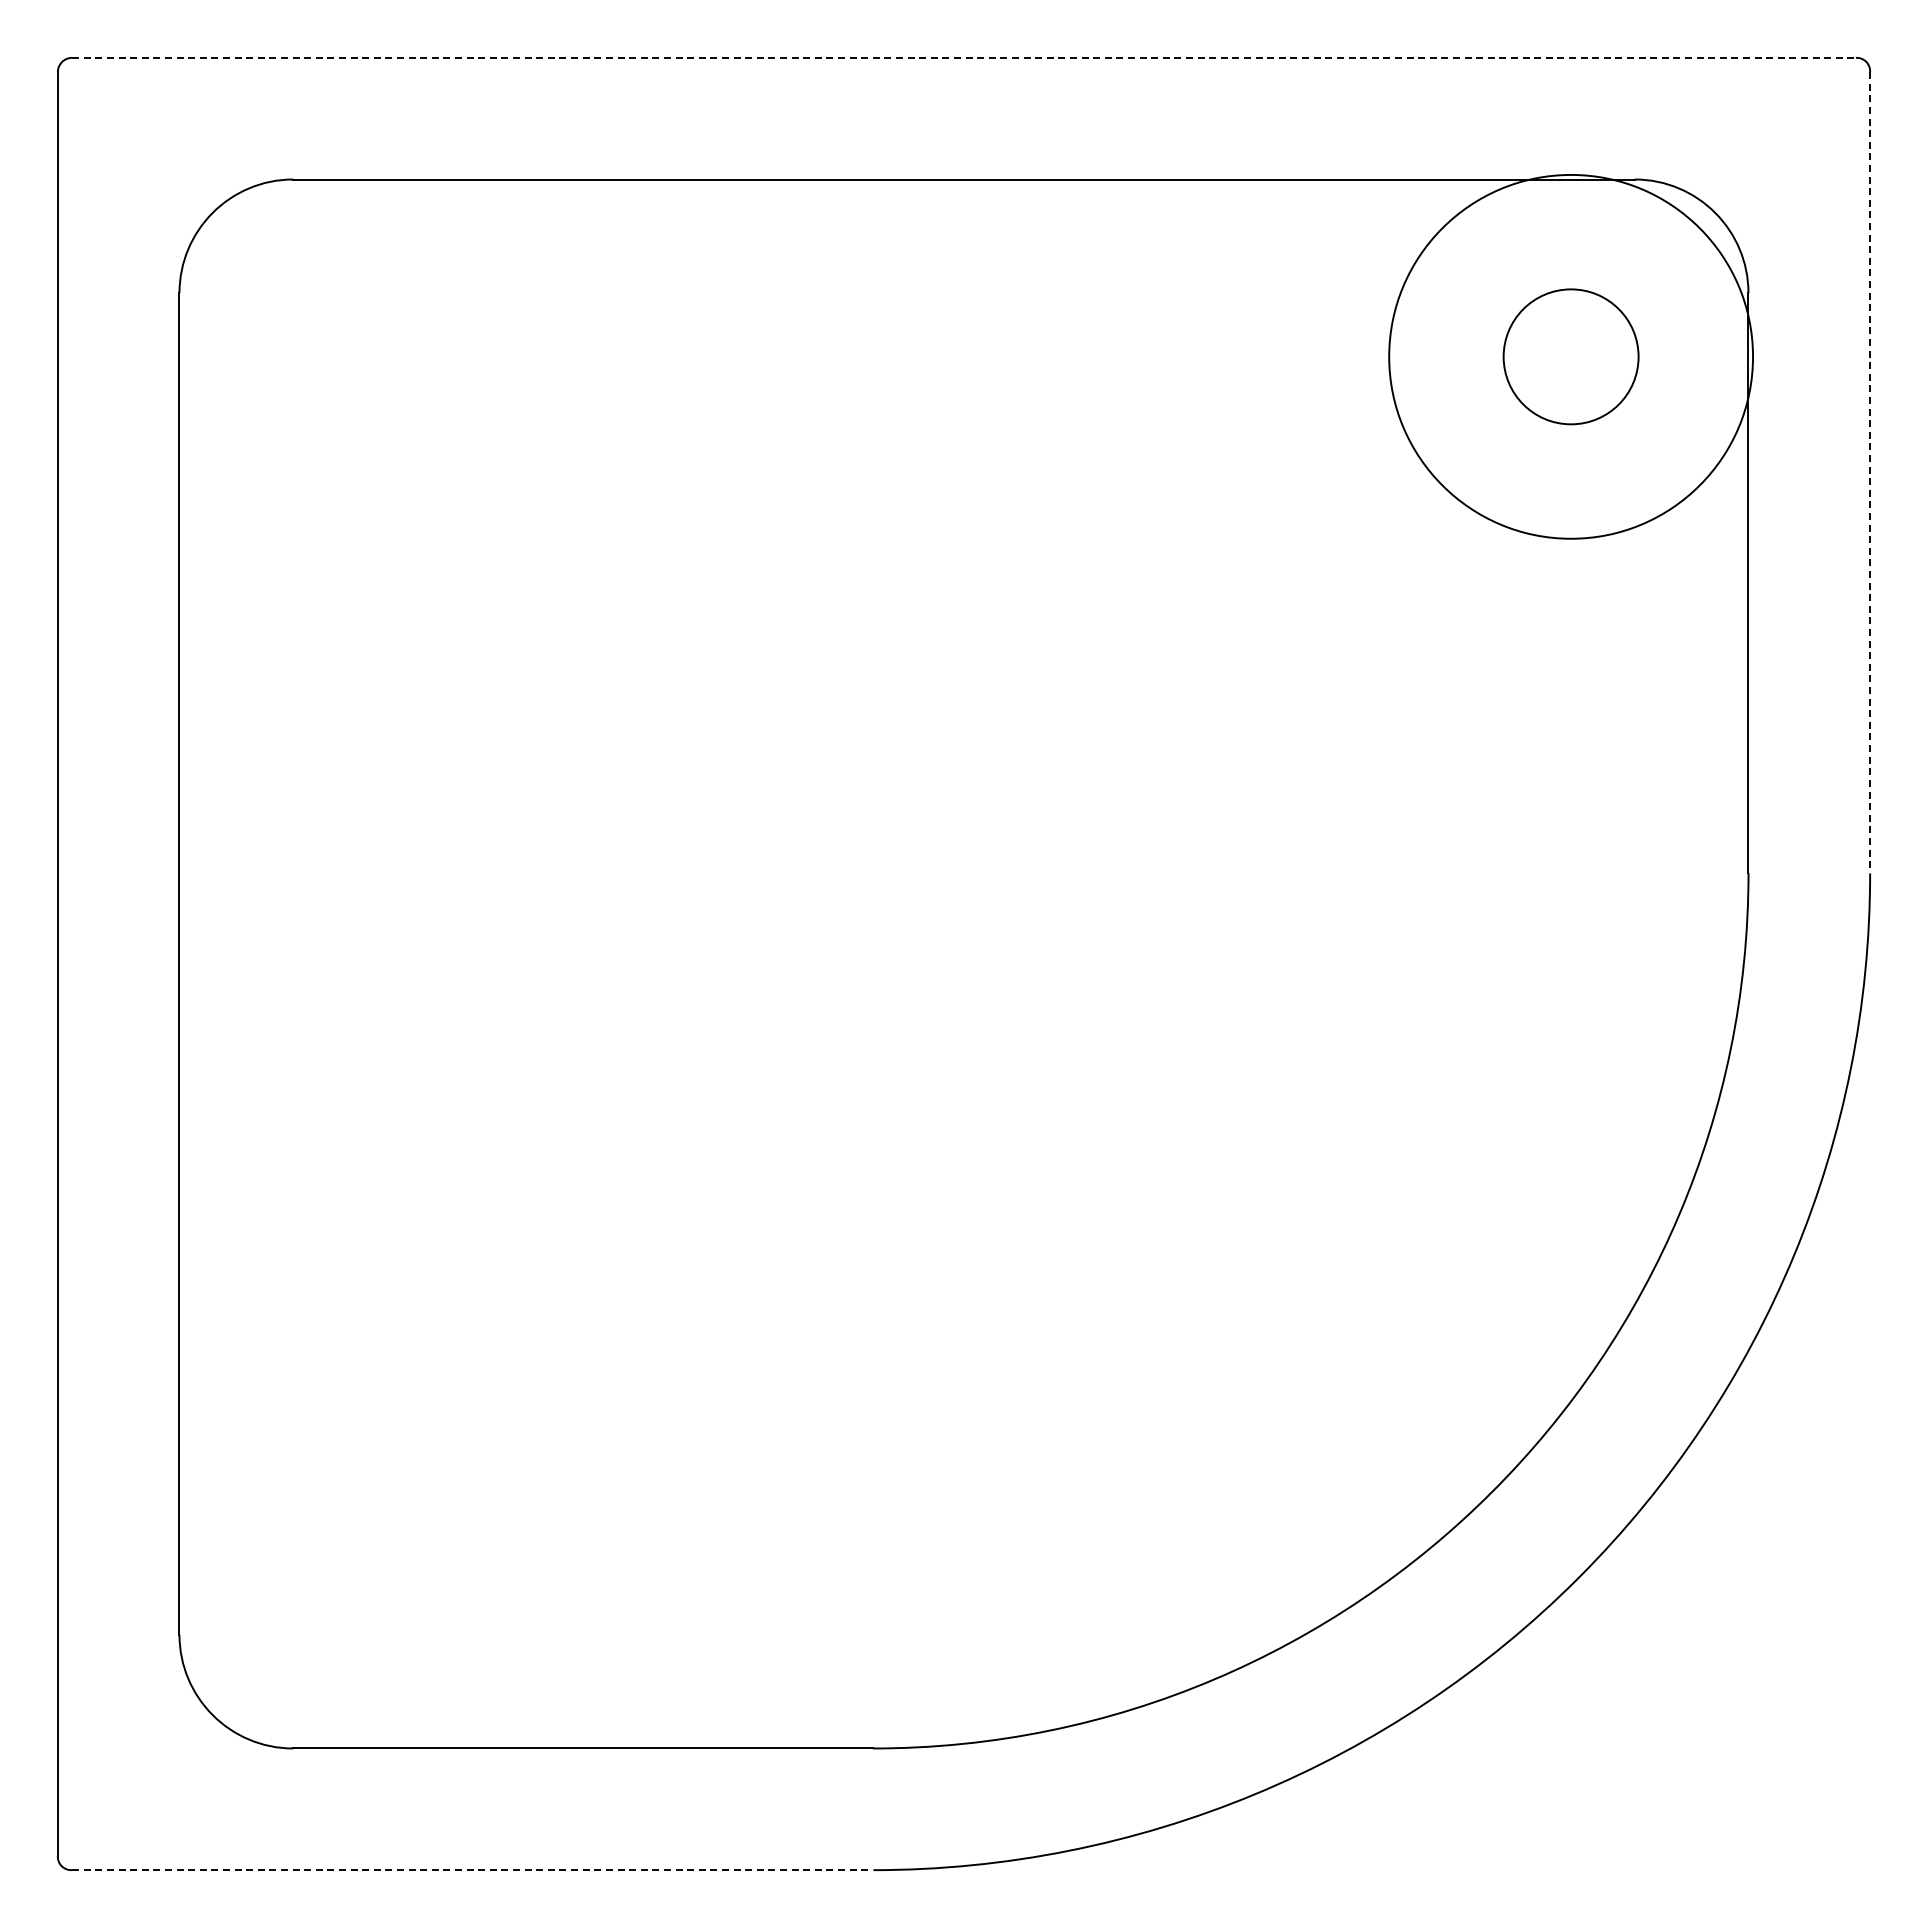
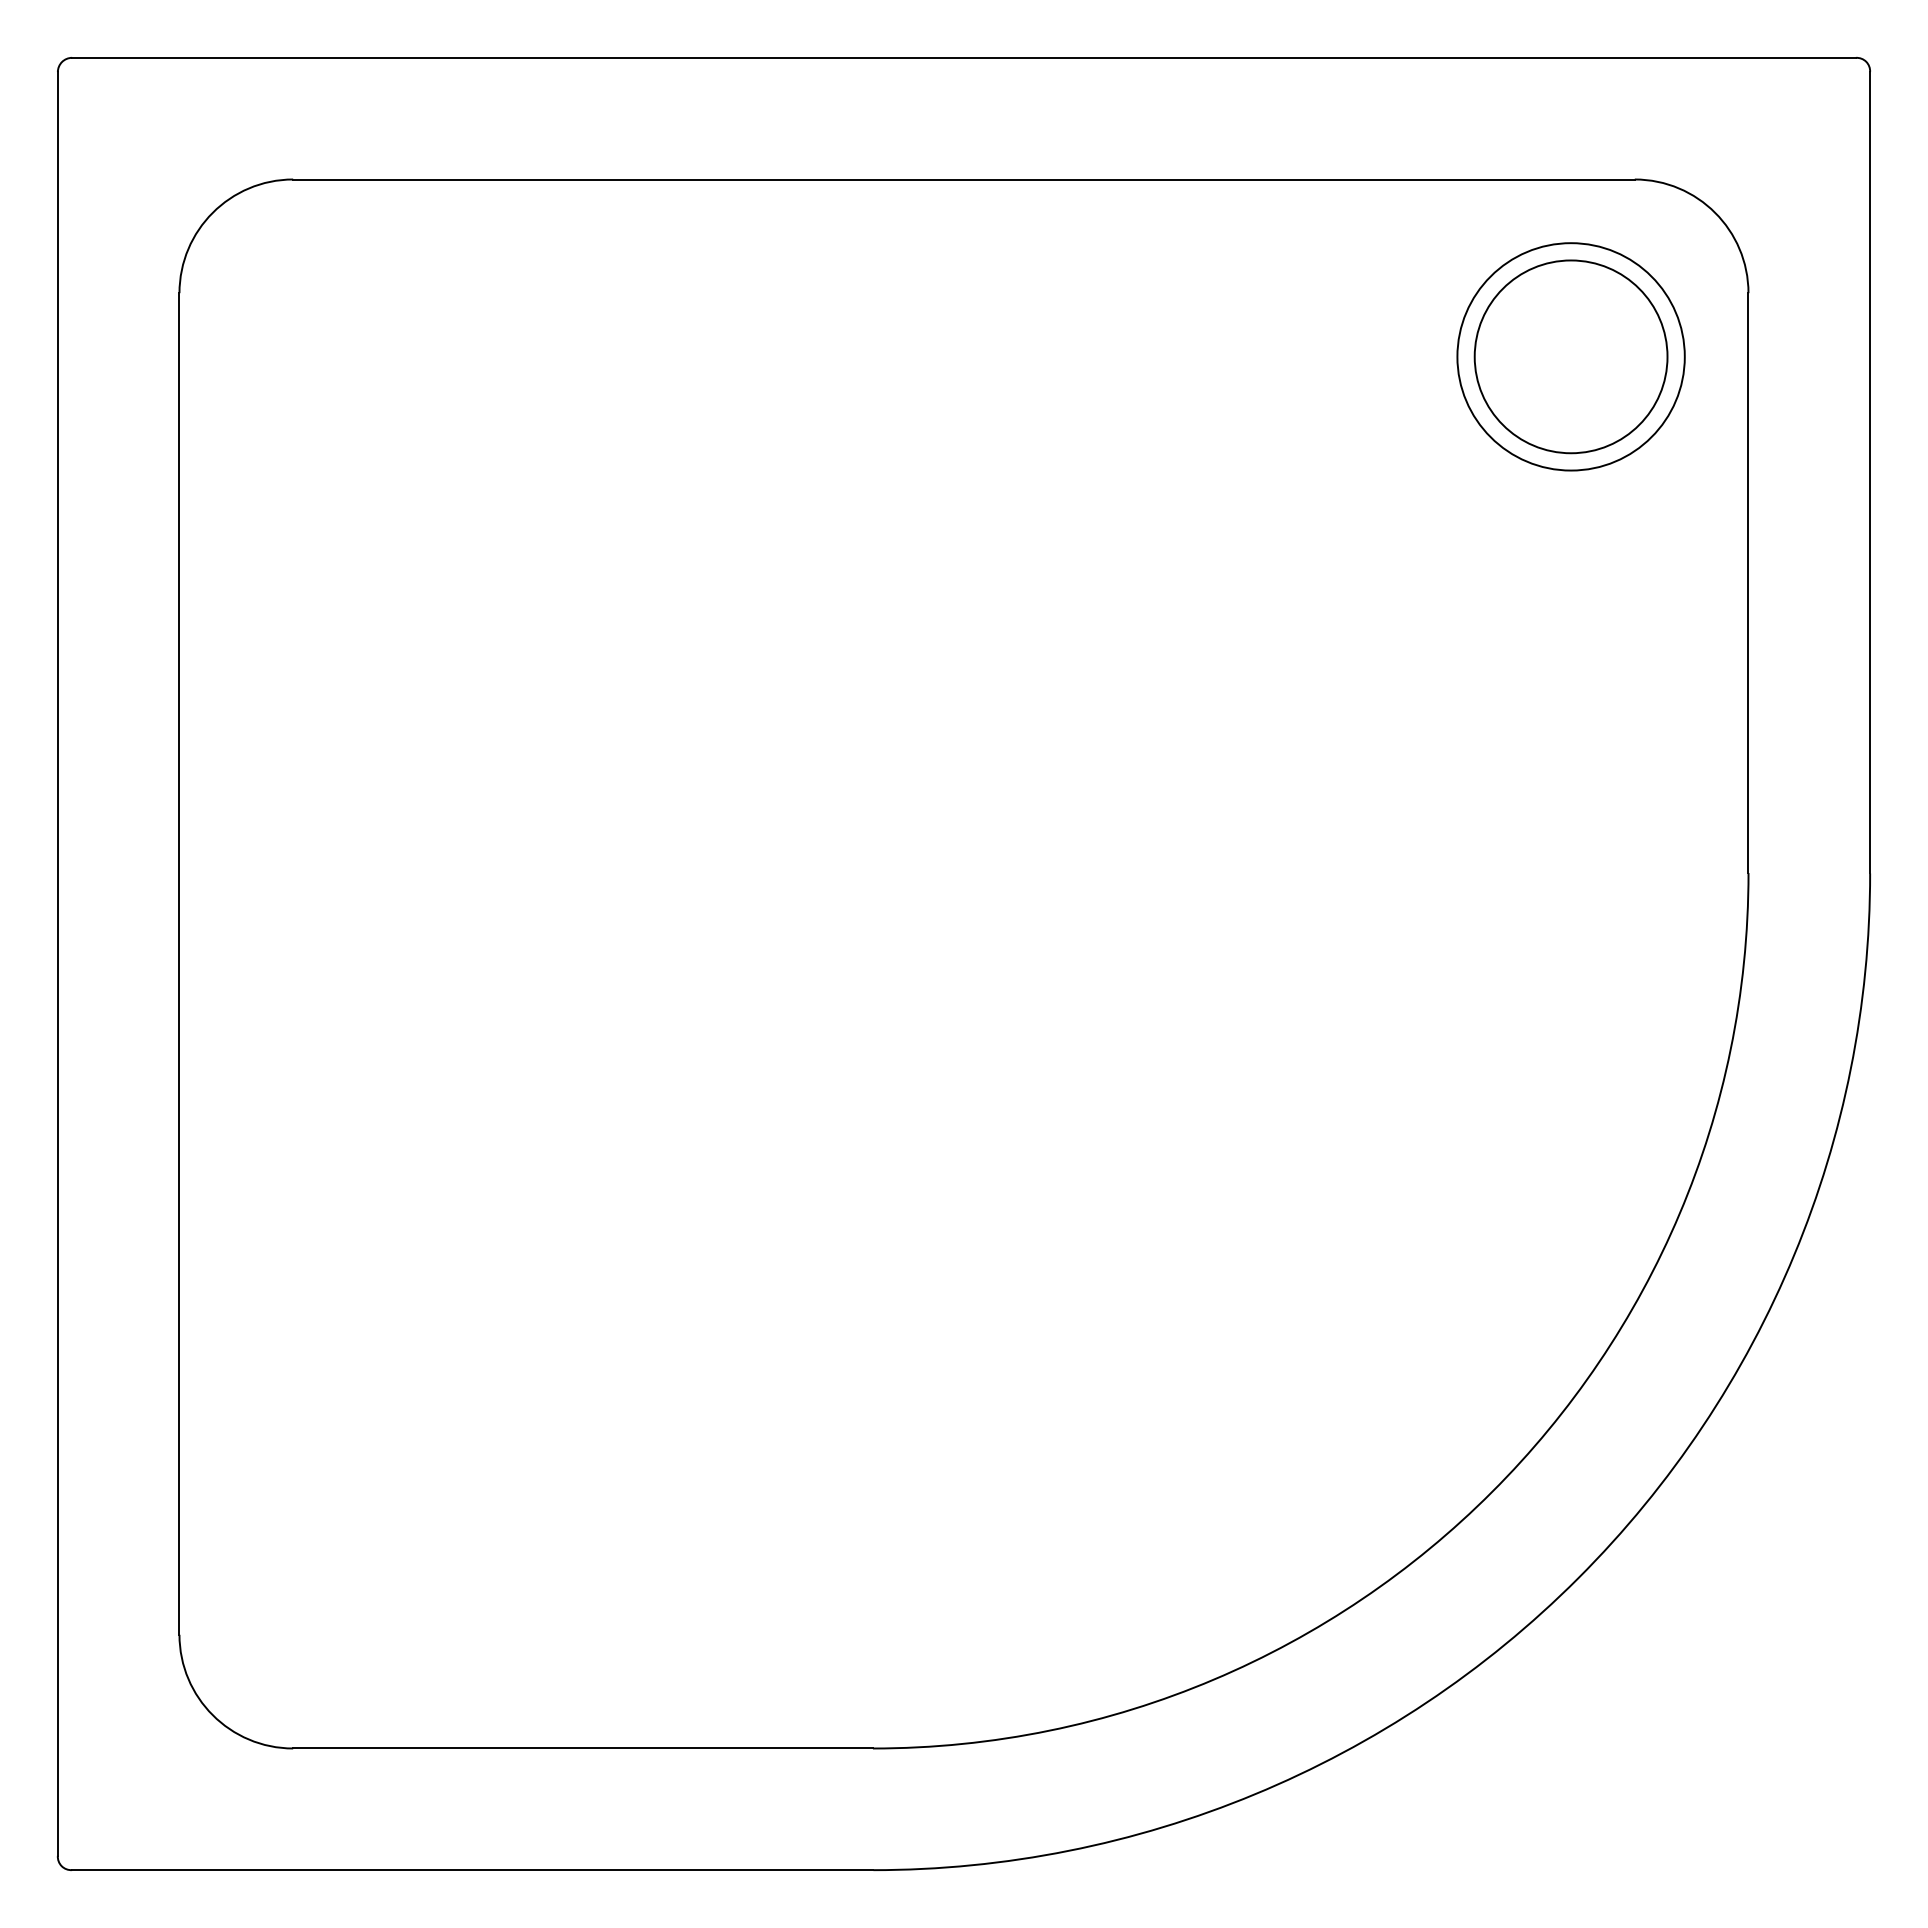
line at (964, 57): dashed -> solid
circle at (1570, 356) diameter: 135 px -> 193 px
circle at (1571, 356) diameter: 364 px -> 227 px
line at (1870, 472): dashed -> solid
line at (472, 1870): dashed -> solid
